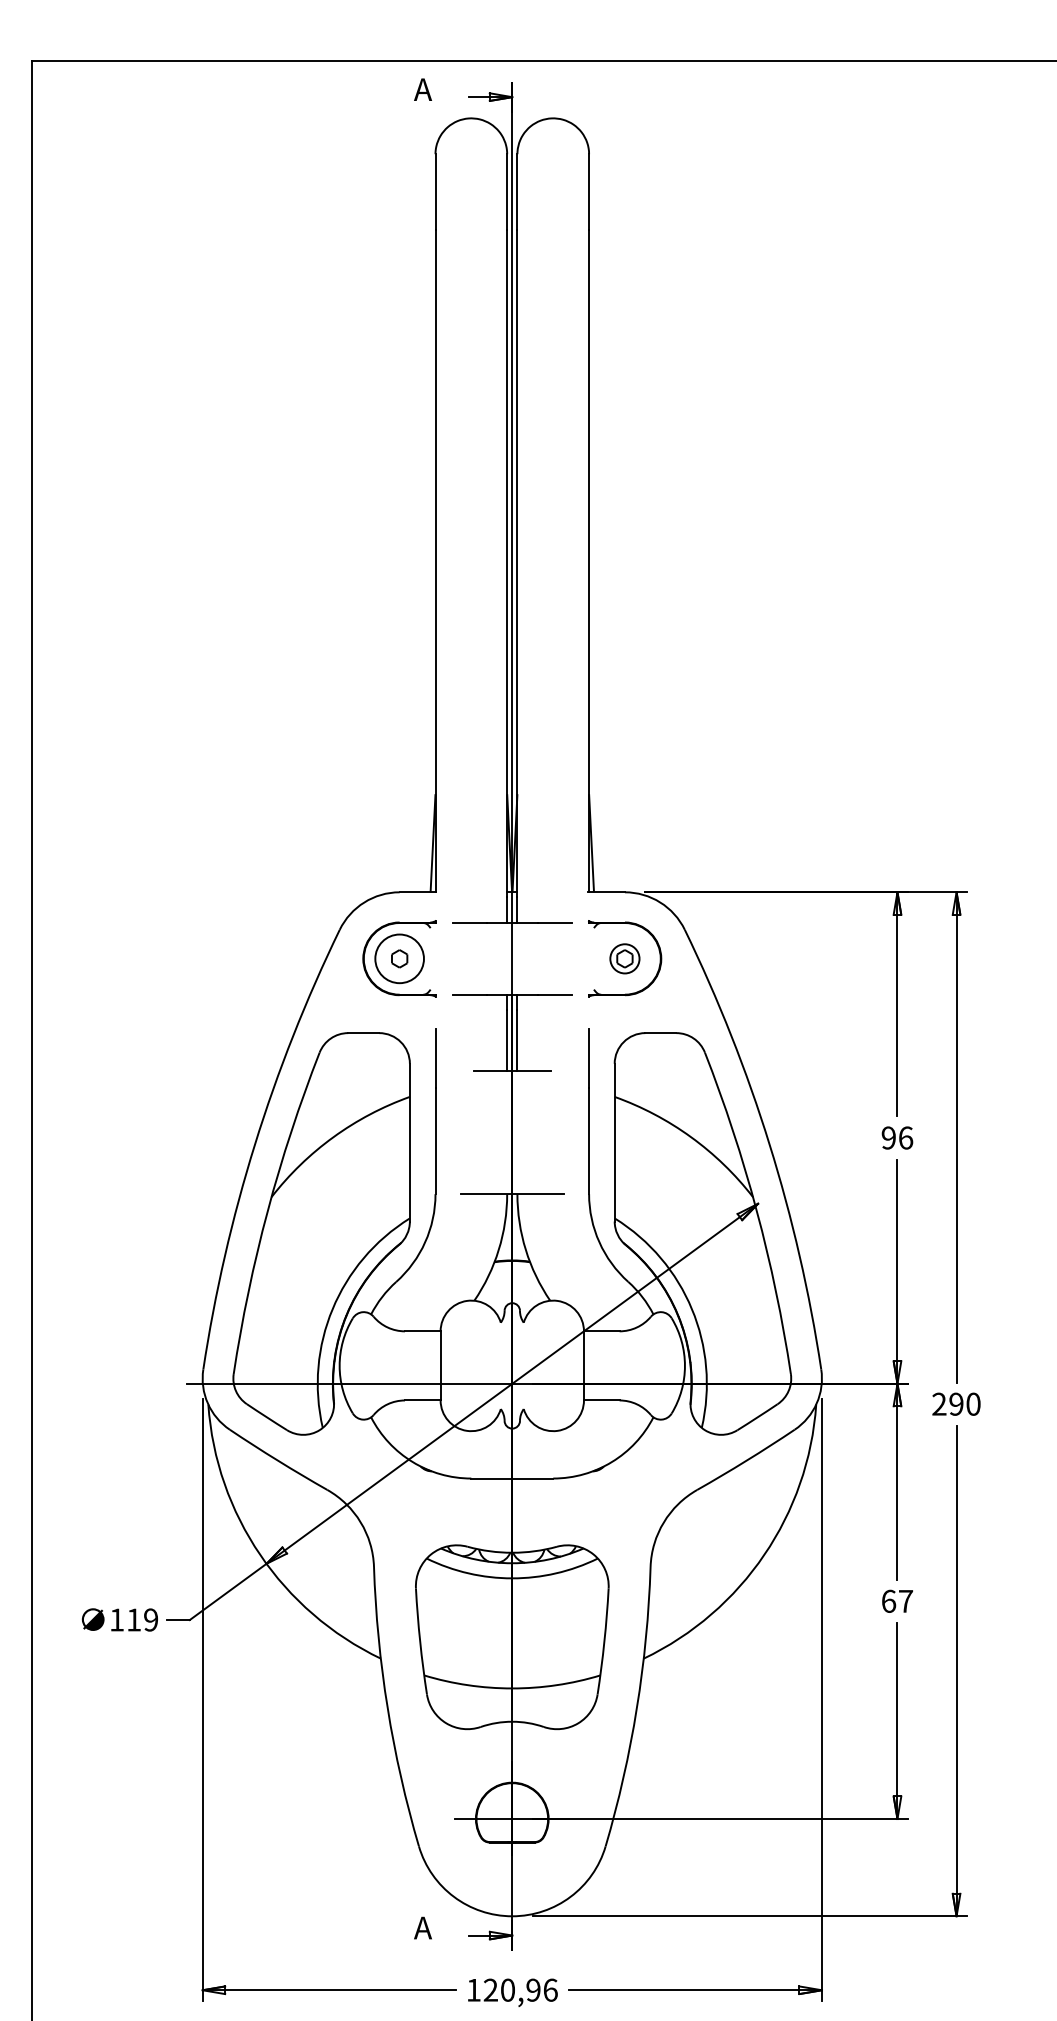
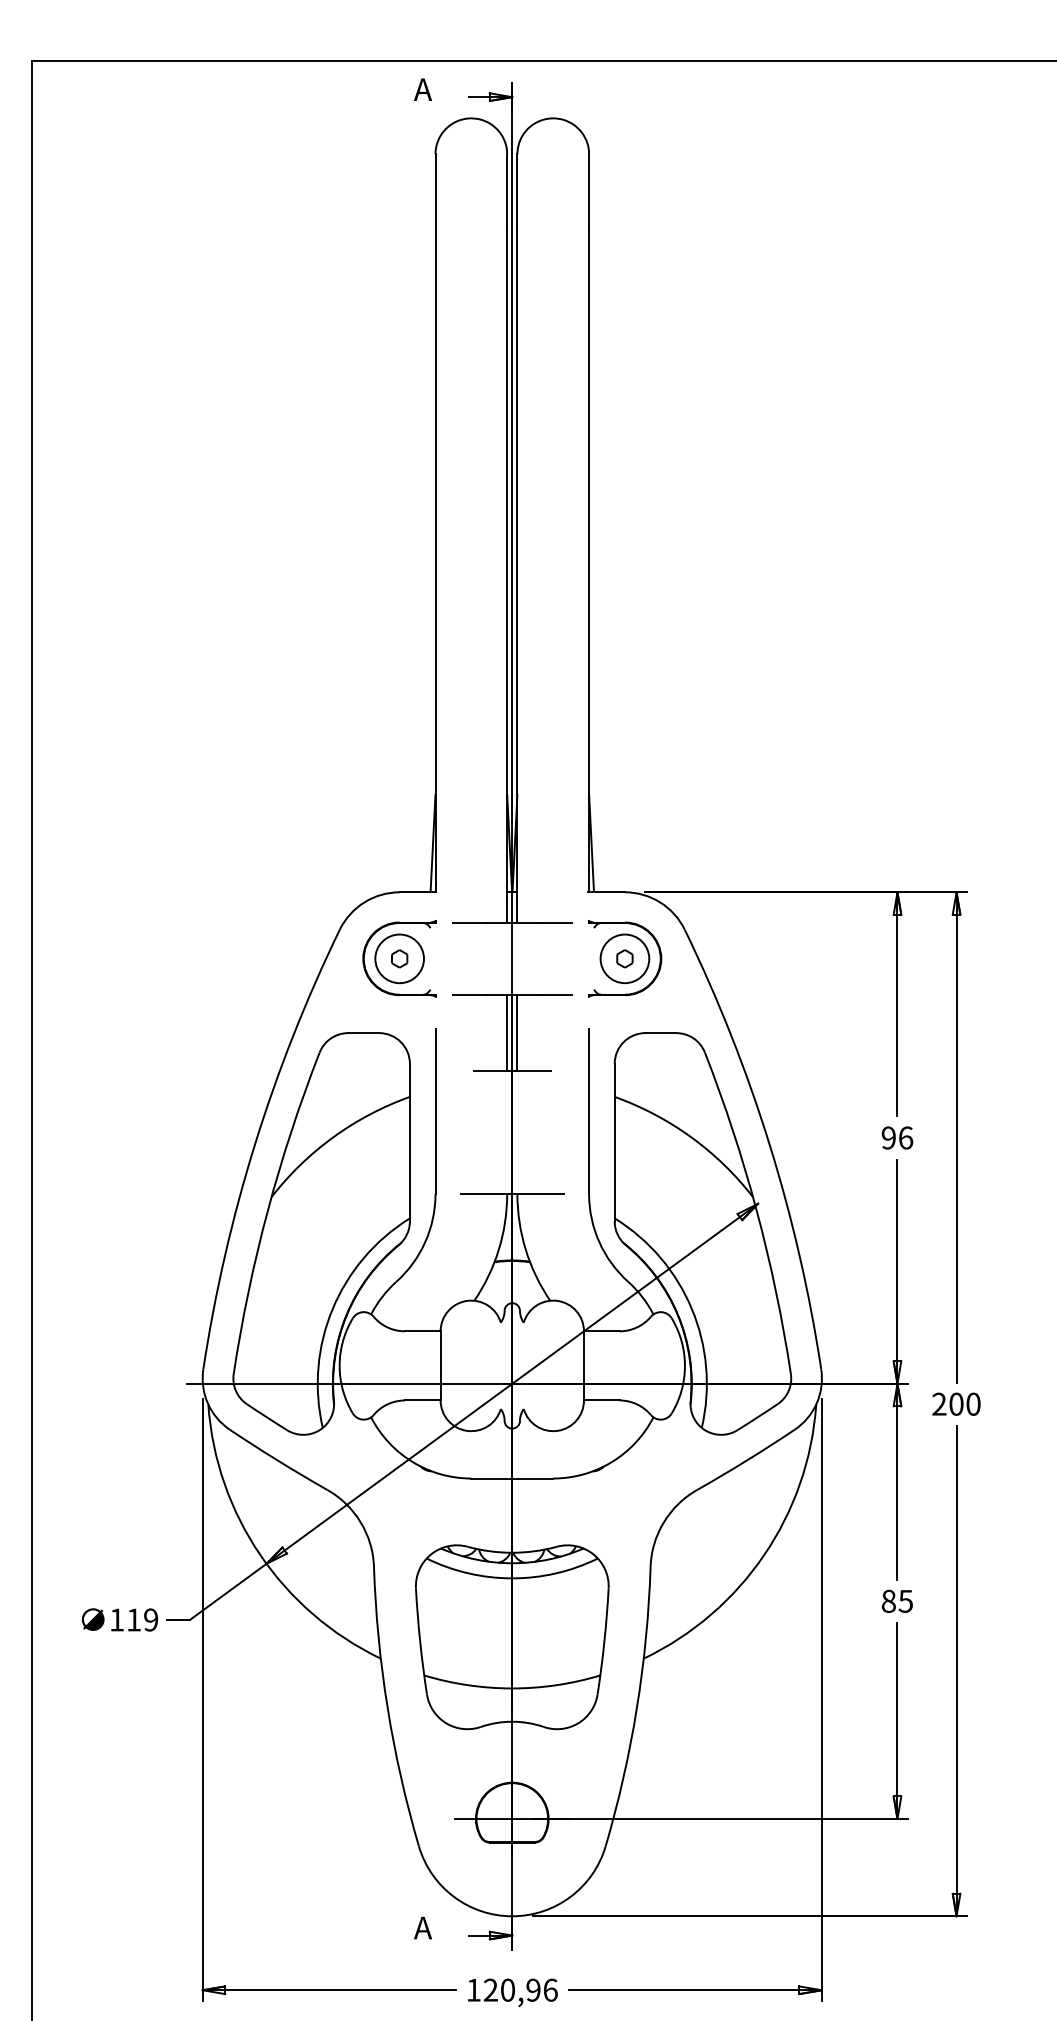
circle at (624, 958) diameter: 29 px -> 49 px
text at (956, 1403): 290 -> 200
text at (897, 1600): 67 -> 85
